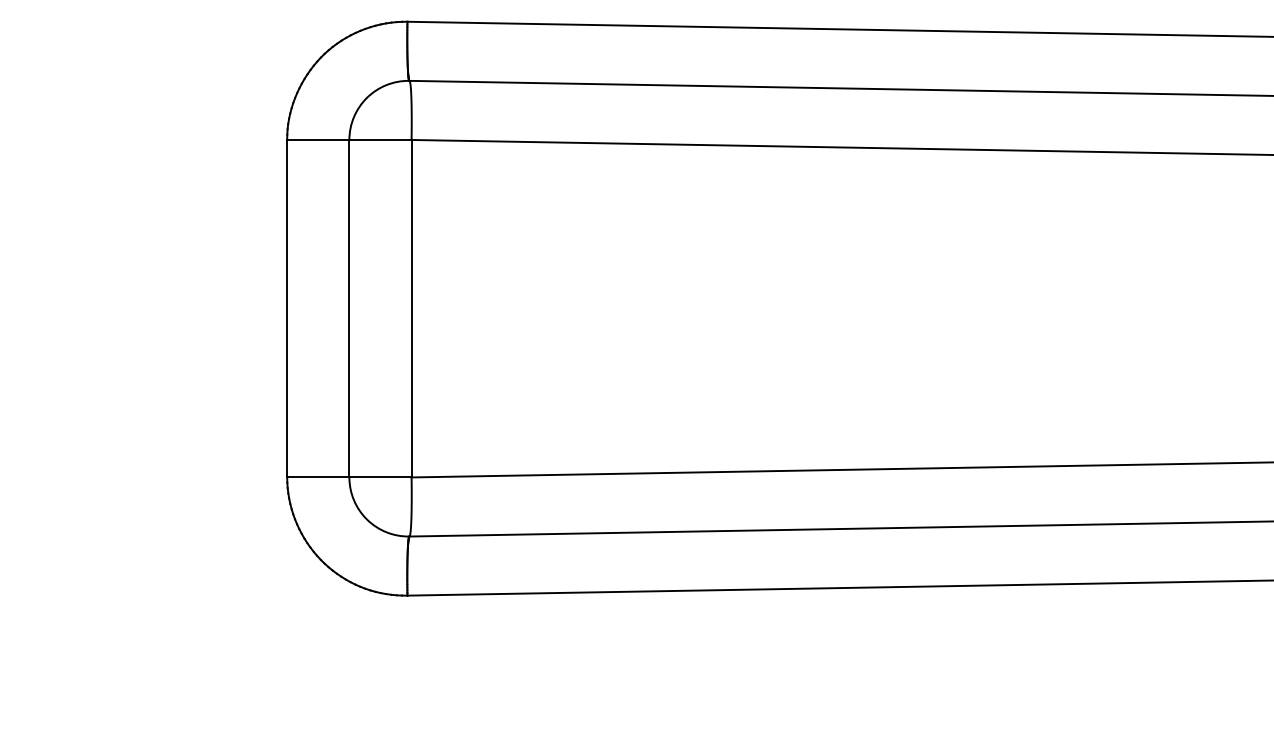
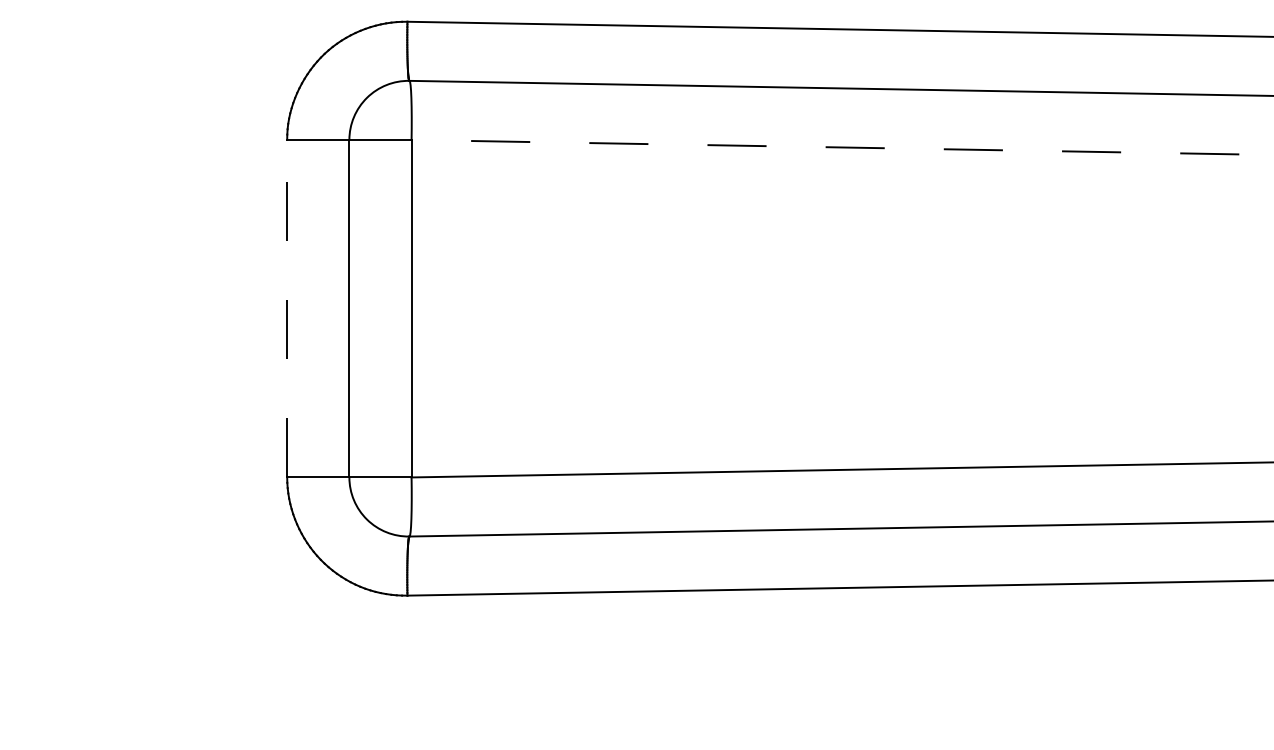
line at (842, 147): solid -> dashed
line at (287, 308): solid -> dashed
